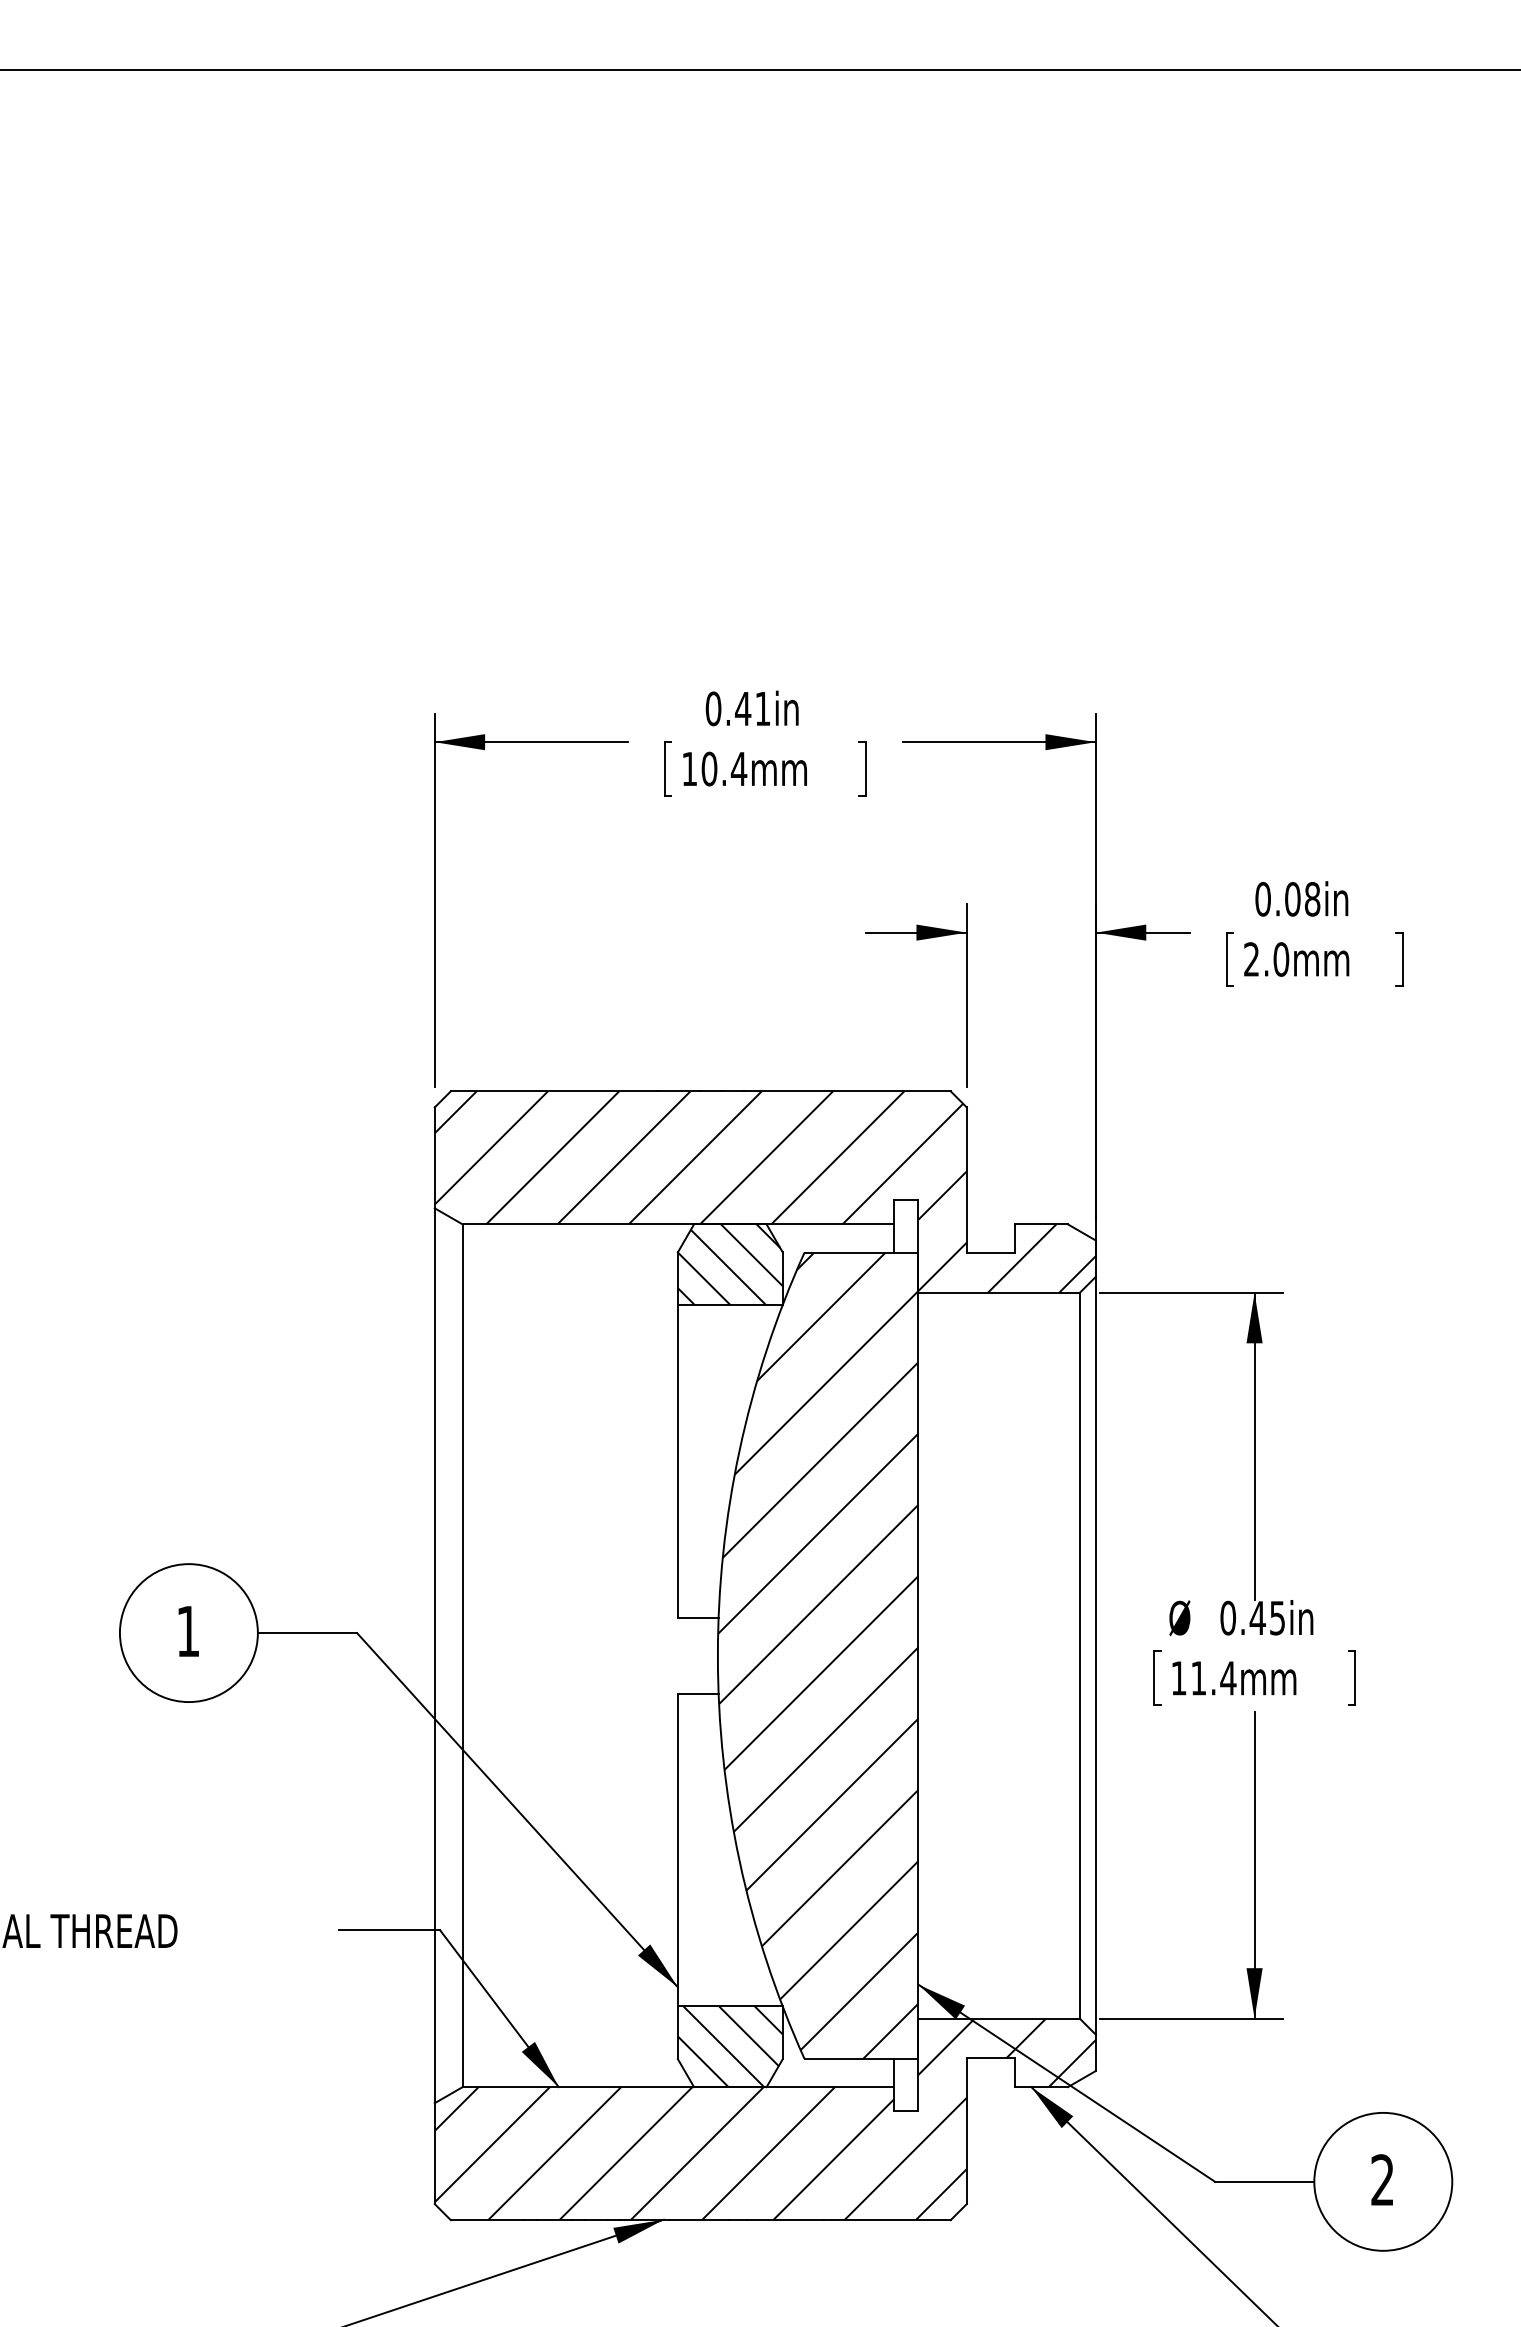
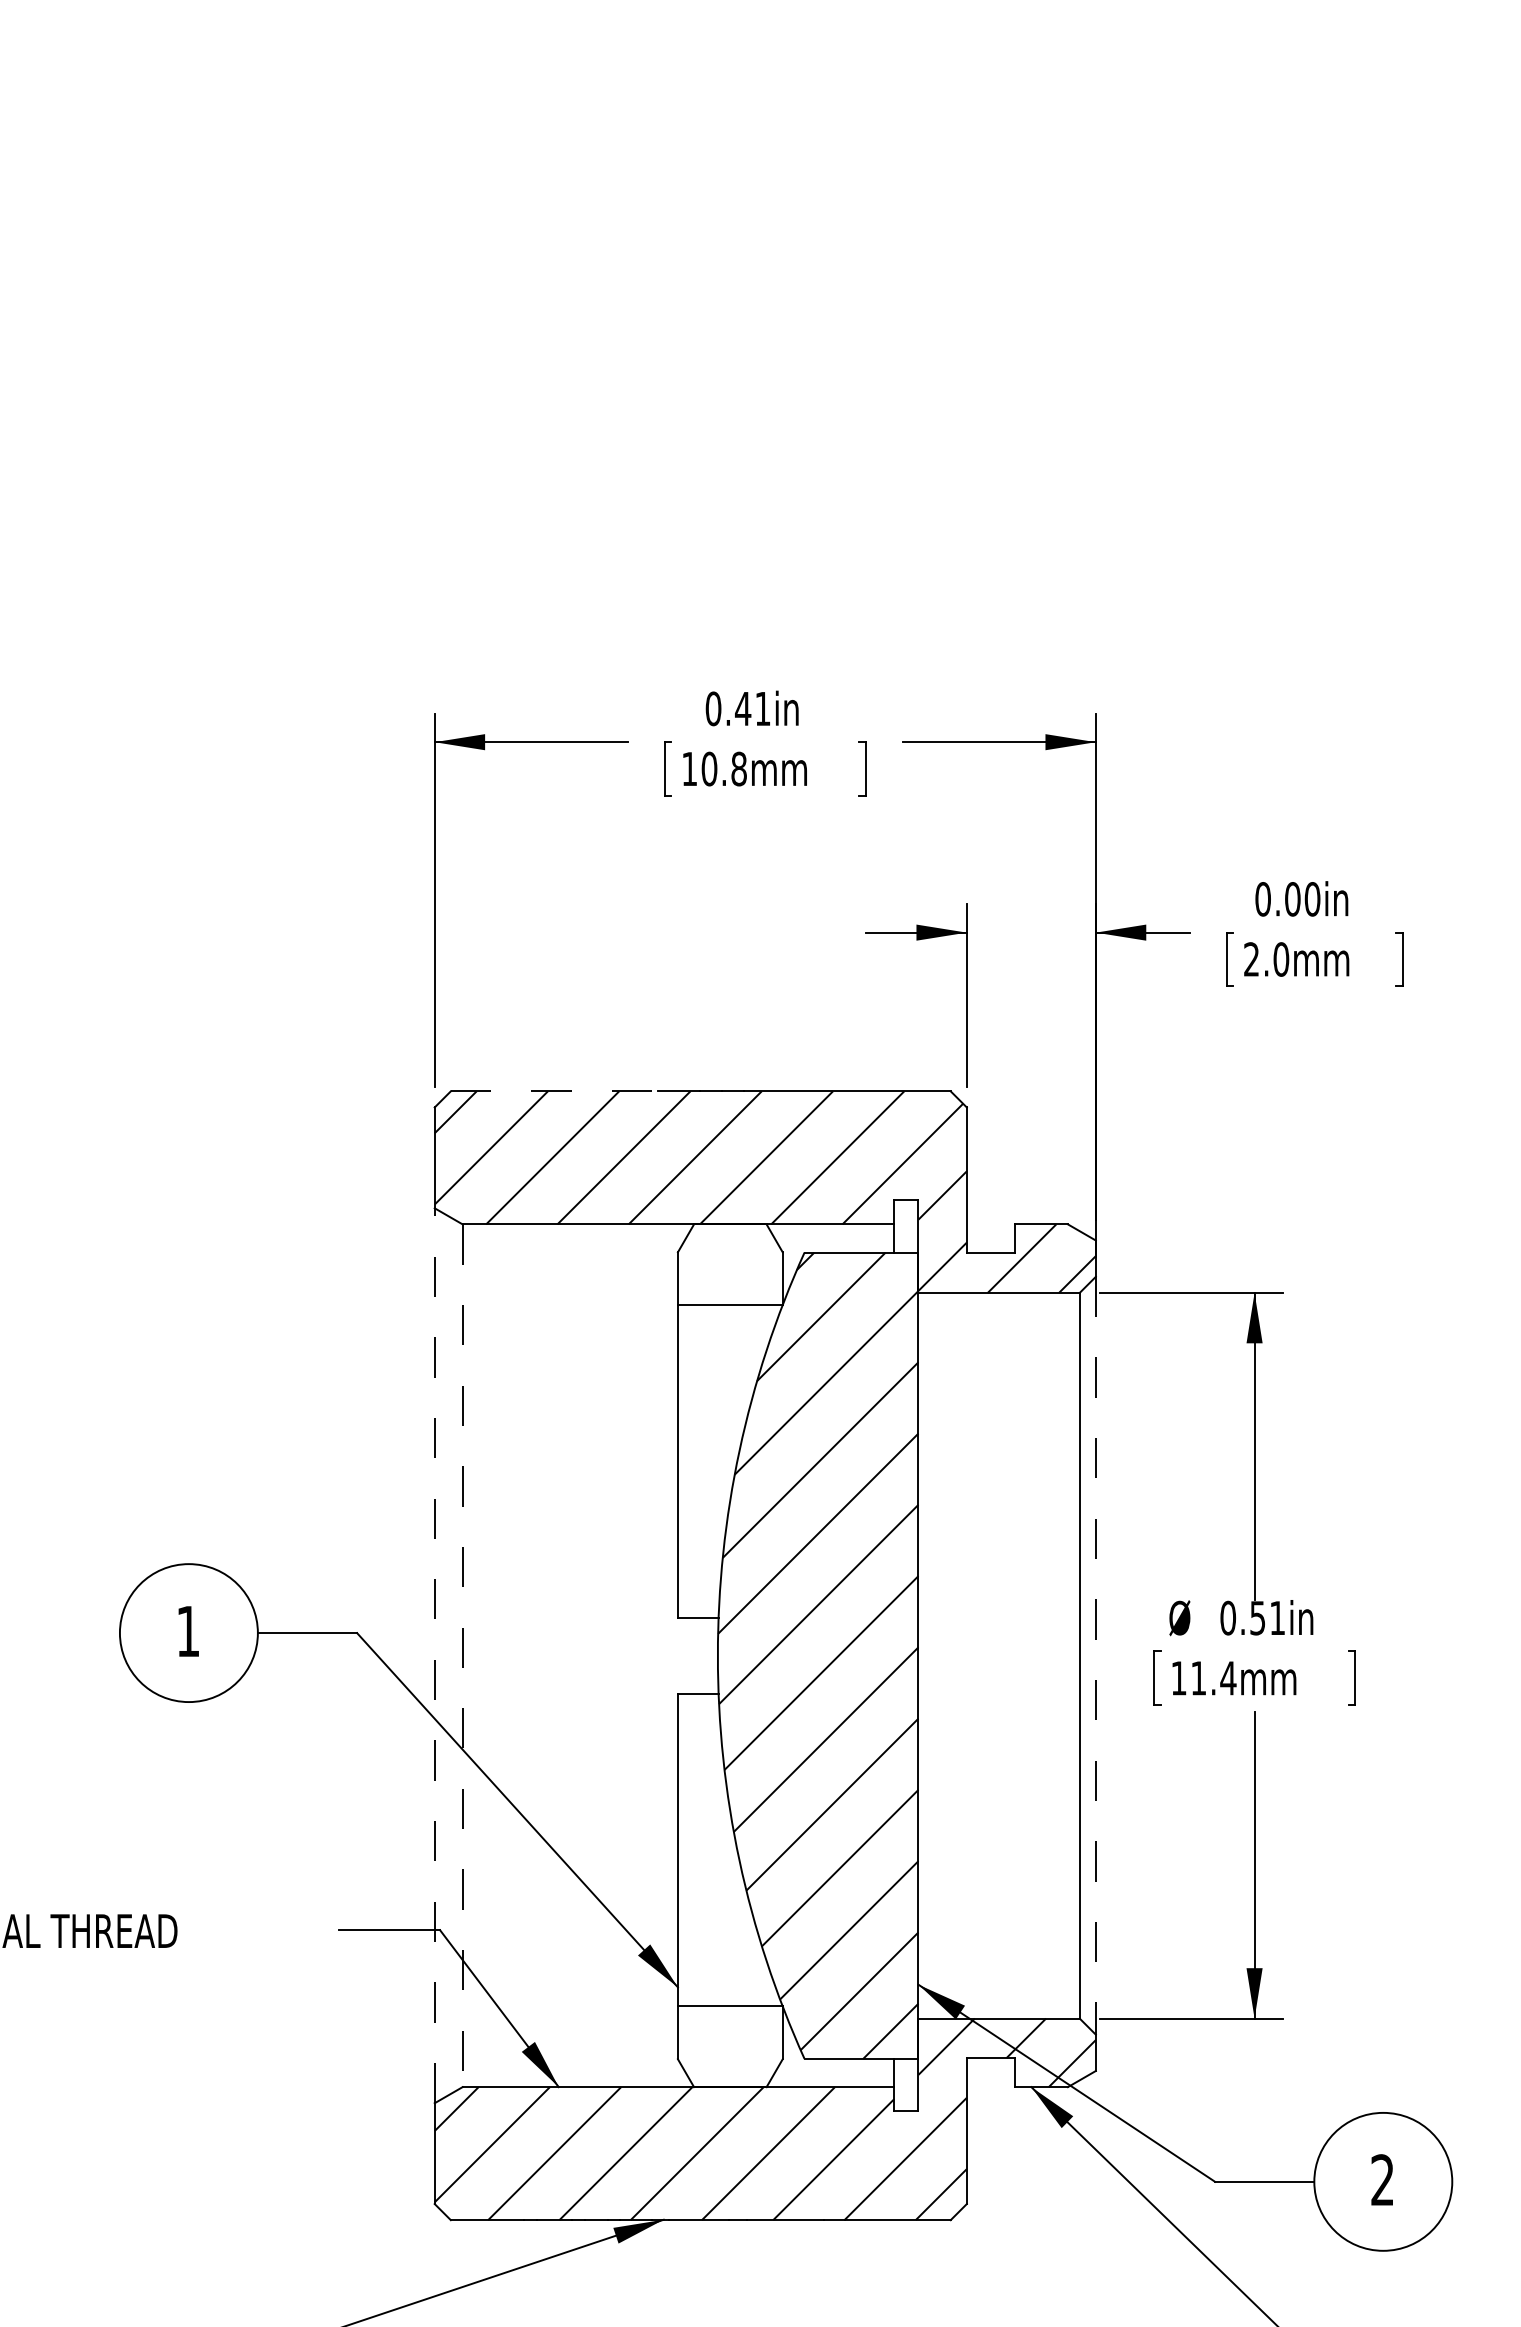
line at (759, 69): present -> none
text at (738, 768): 10.4mm -> 10.8mm
text at (1312, 899): 0.08in -> 0.00in
line at (554, 1091): solid -> dashed
hatch at (729, 1264): present -> none
text at (1266, 1618): 0.45in -> 0.51in
line at (434, 1655): solid -> dashed
line at (1095, 1655): solid -> dashed
line at (462, 1656): solid -> dashed
hatch at (729, 2046): present -> none
